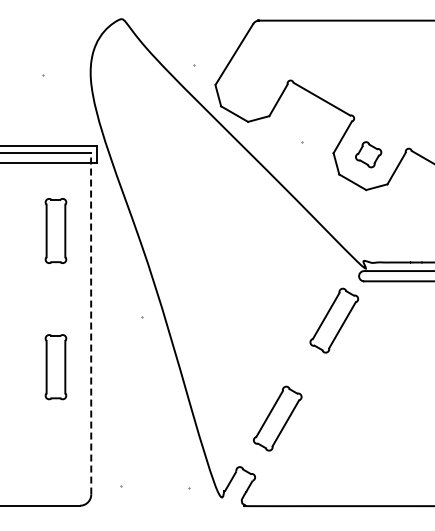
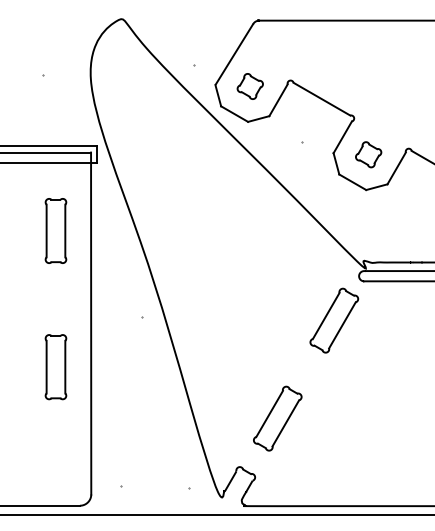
part at (249, 86): none -> present
line at (91, 323): dashed -> solid
line at (216, 515): none -> present
